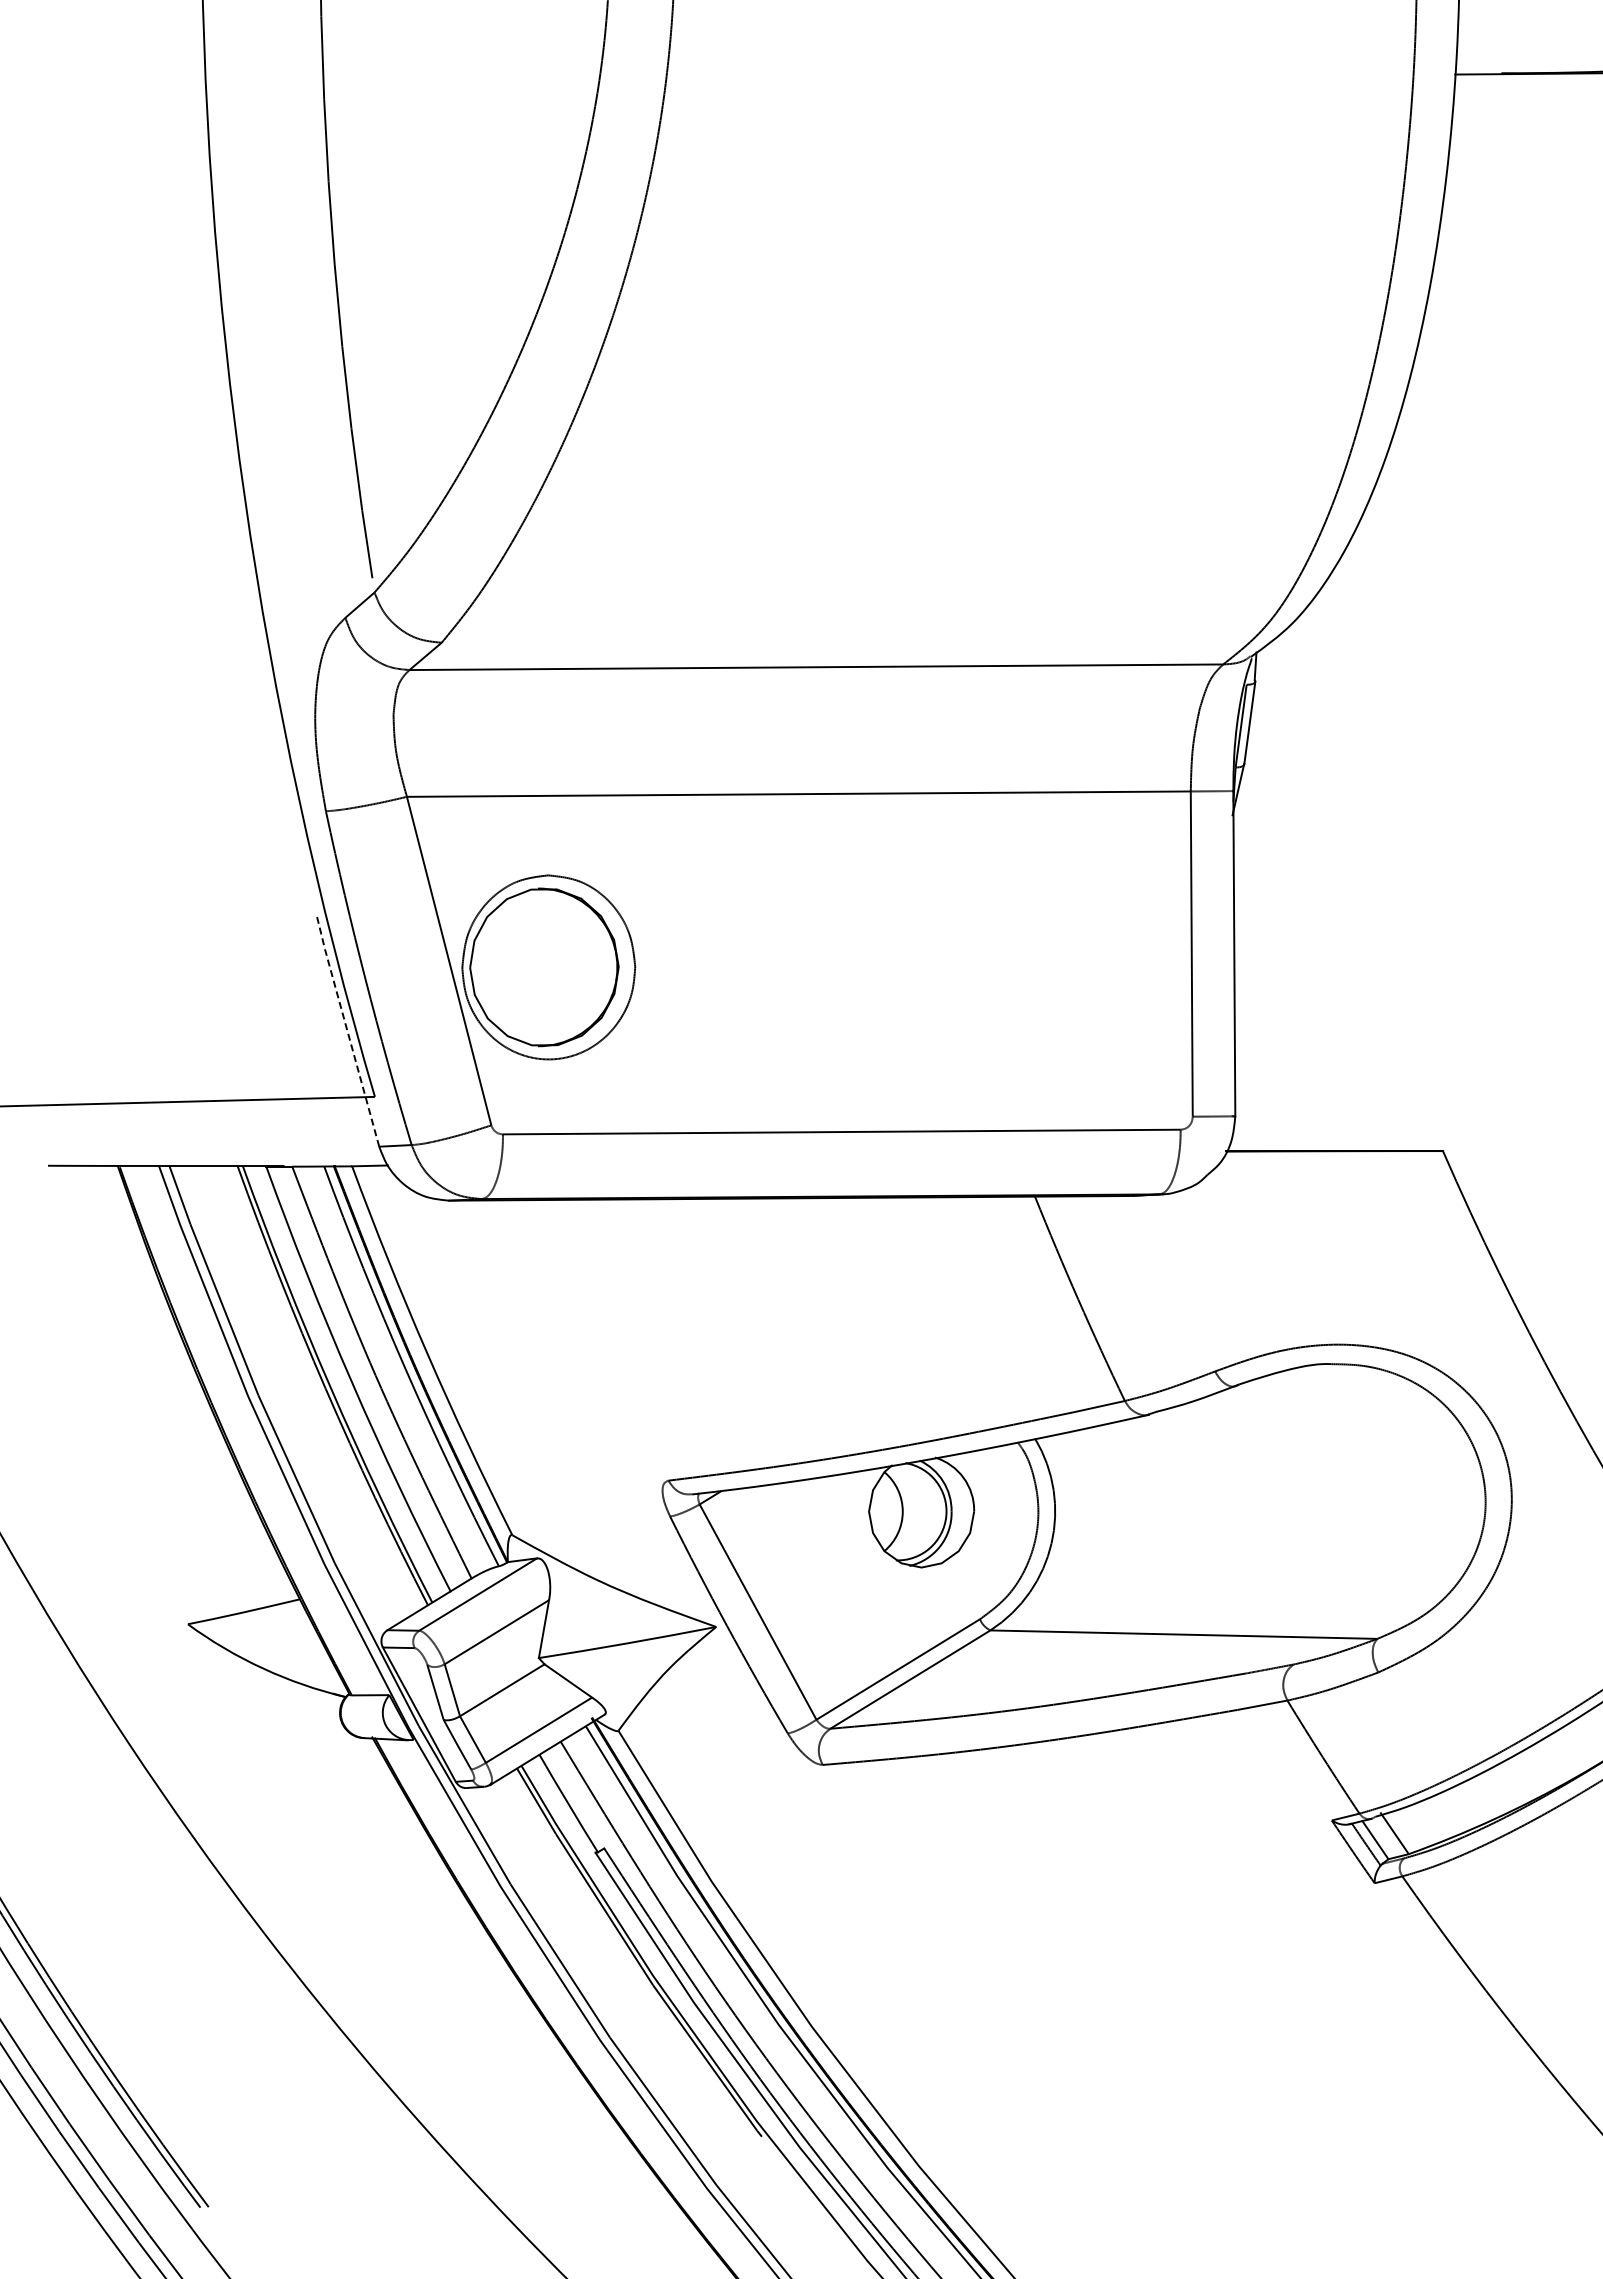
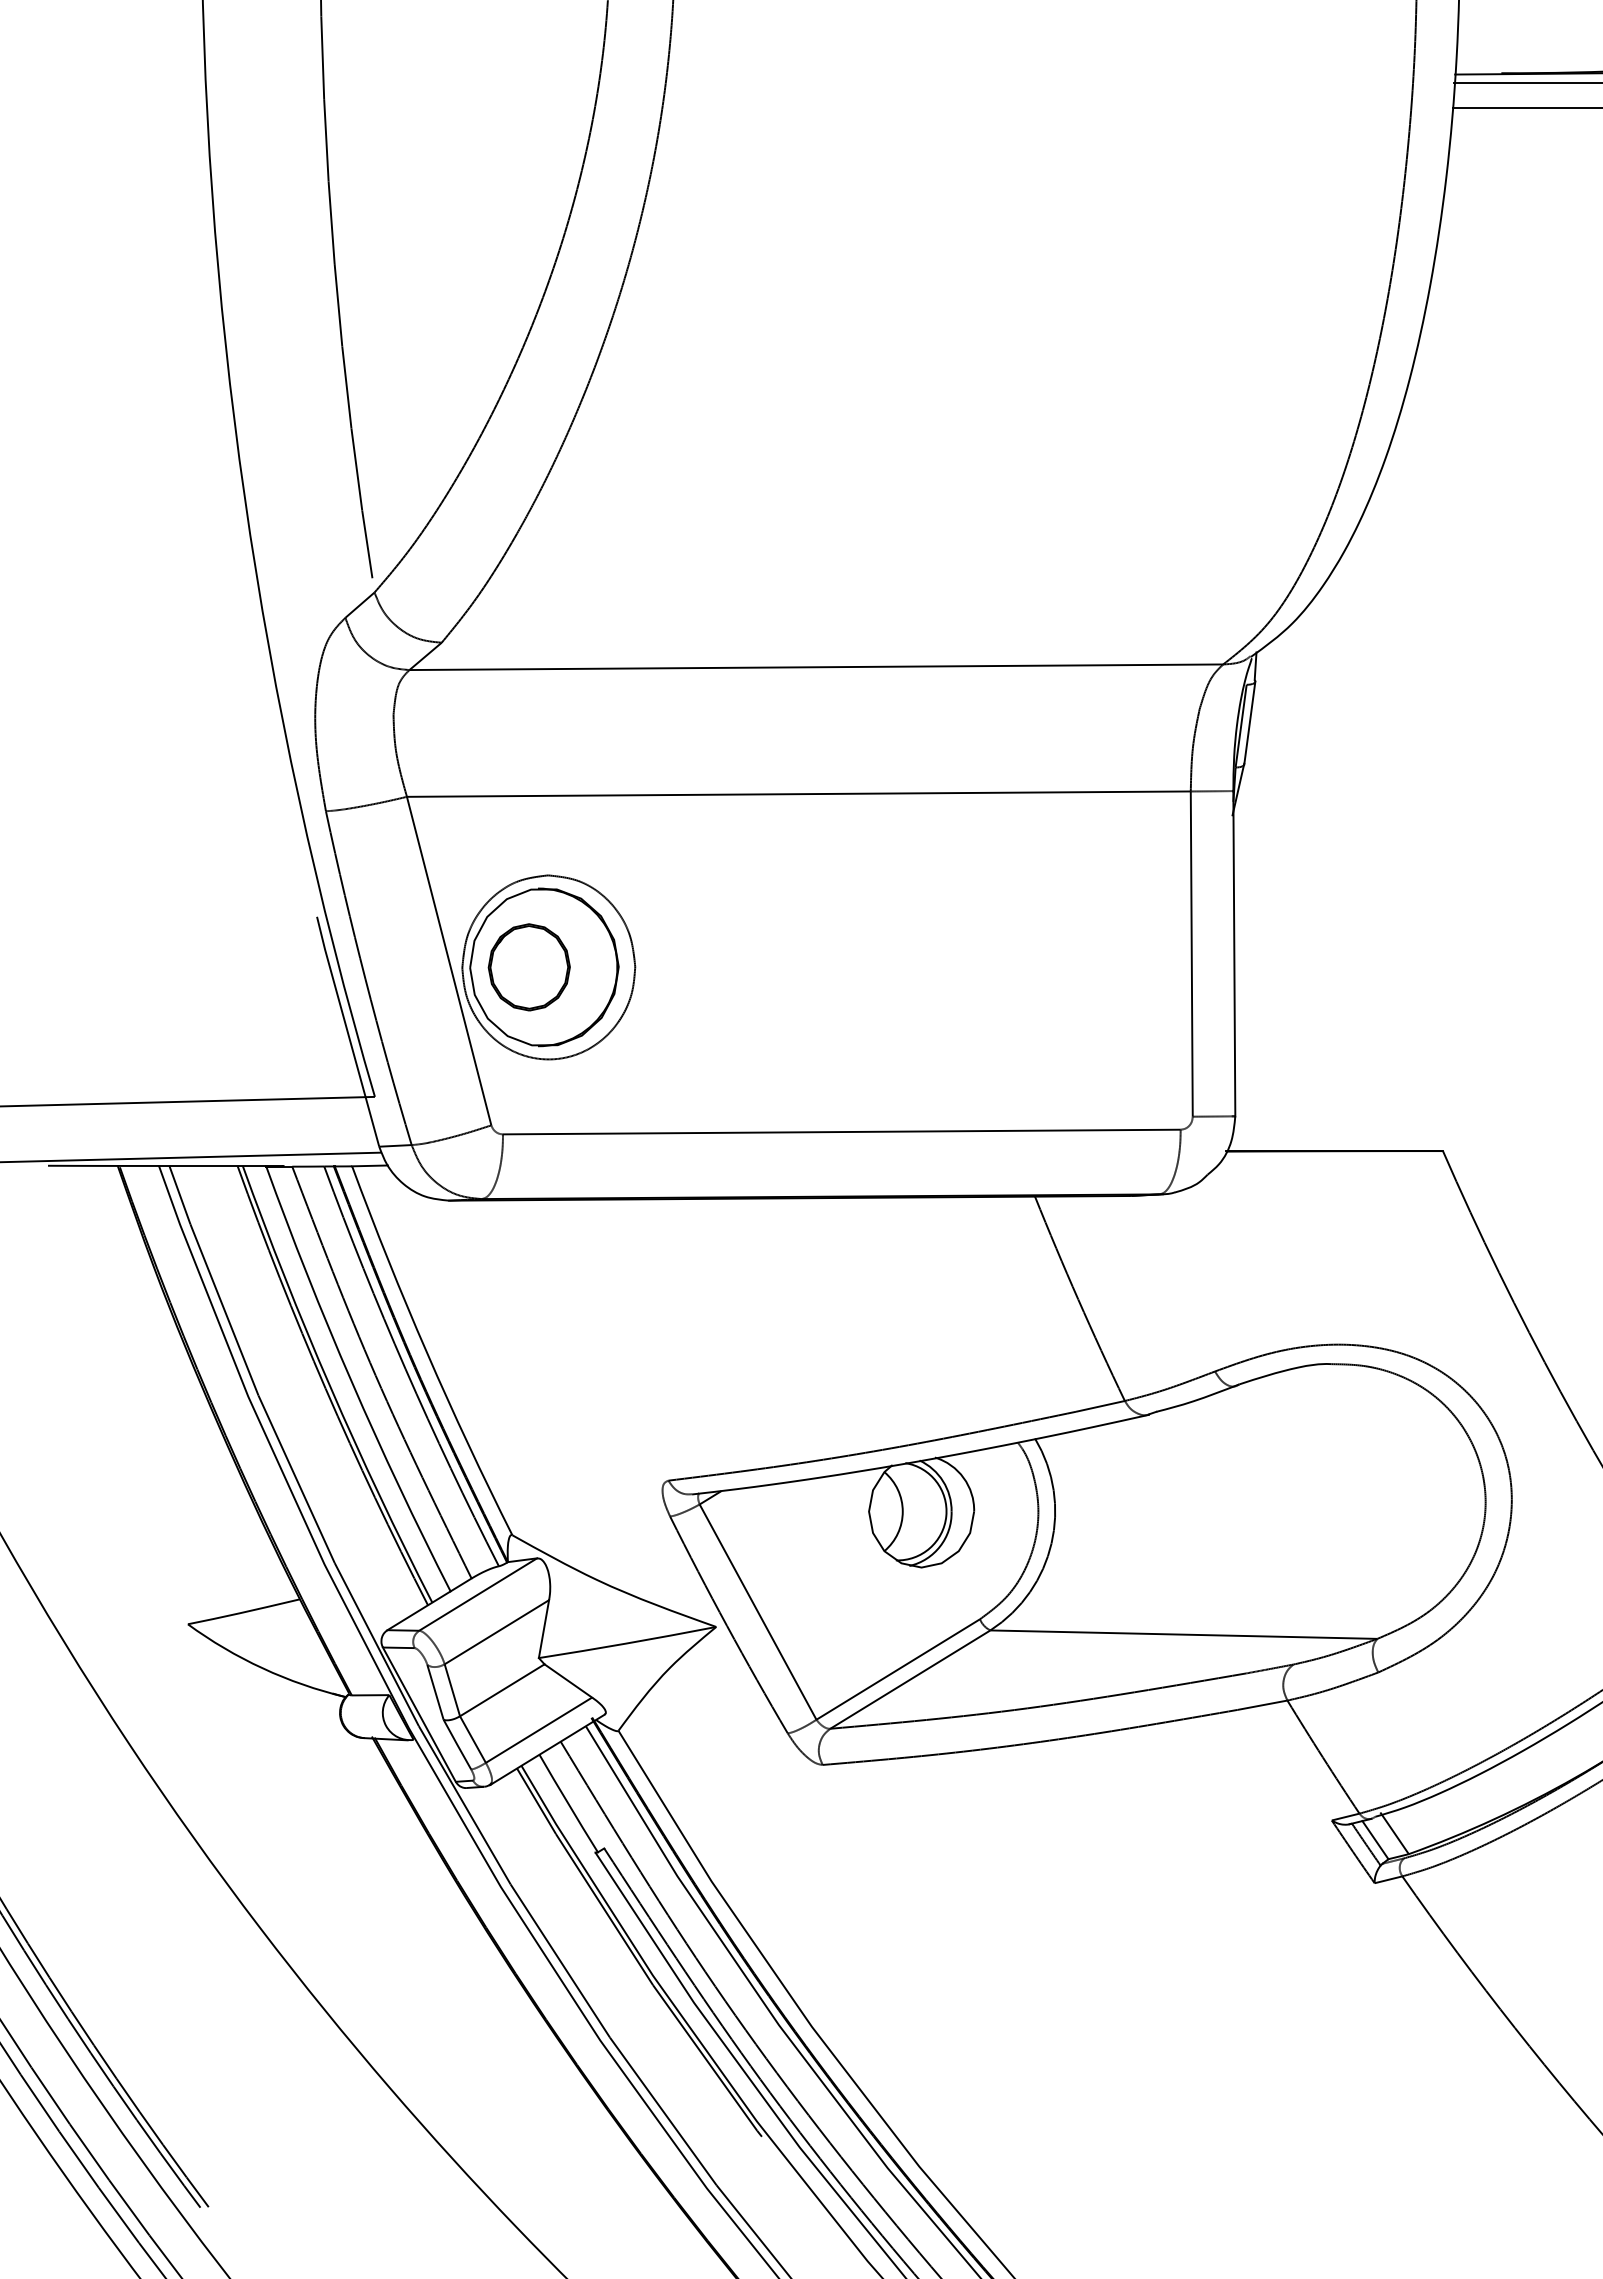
line at (1526, 82): none -> present
line at (1525, 108): none -> present
part at (528, 967): none -> present
line at (347, 1031): dashed -> solid
line at (191, 1157): none -> present
